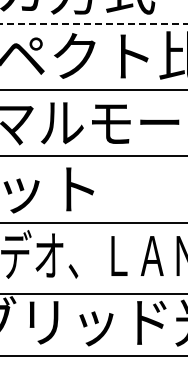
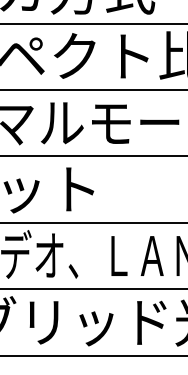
line at (94, 23): dashed -> solid
line at (93, 294) position: (93, 294) -> (93, 289)
